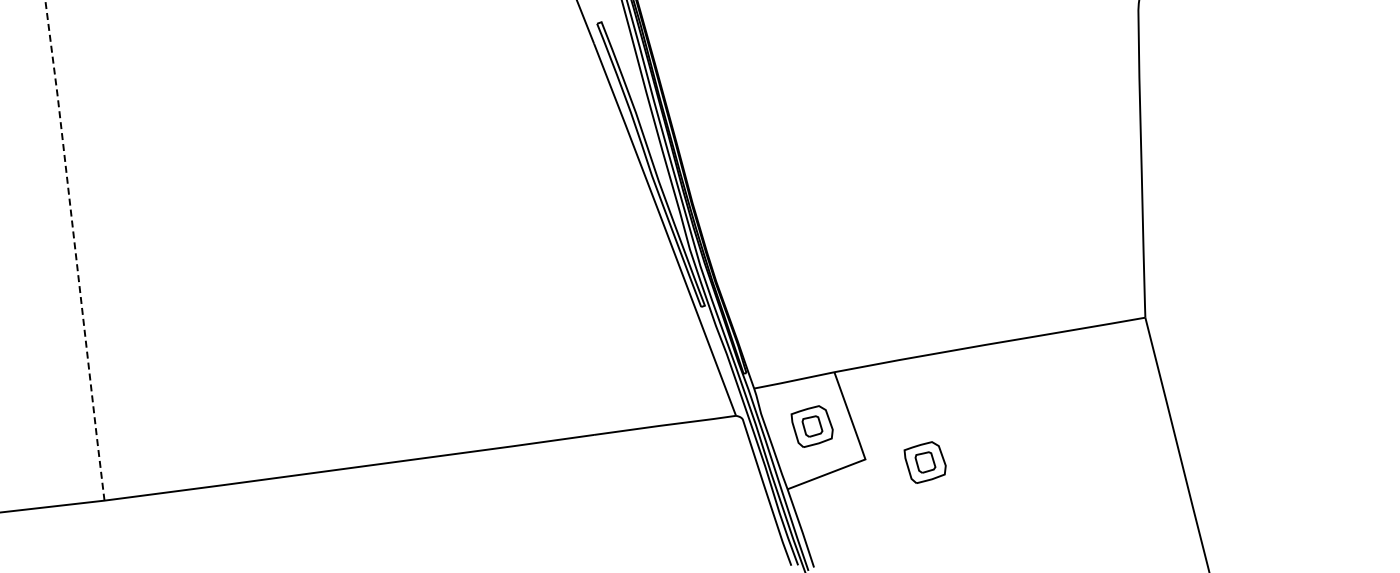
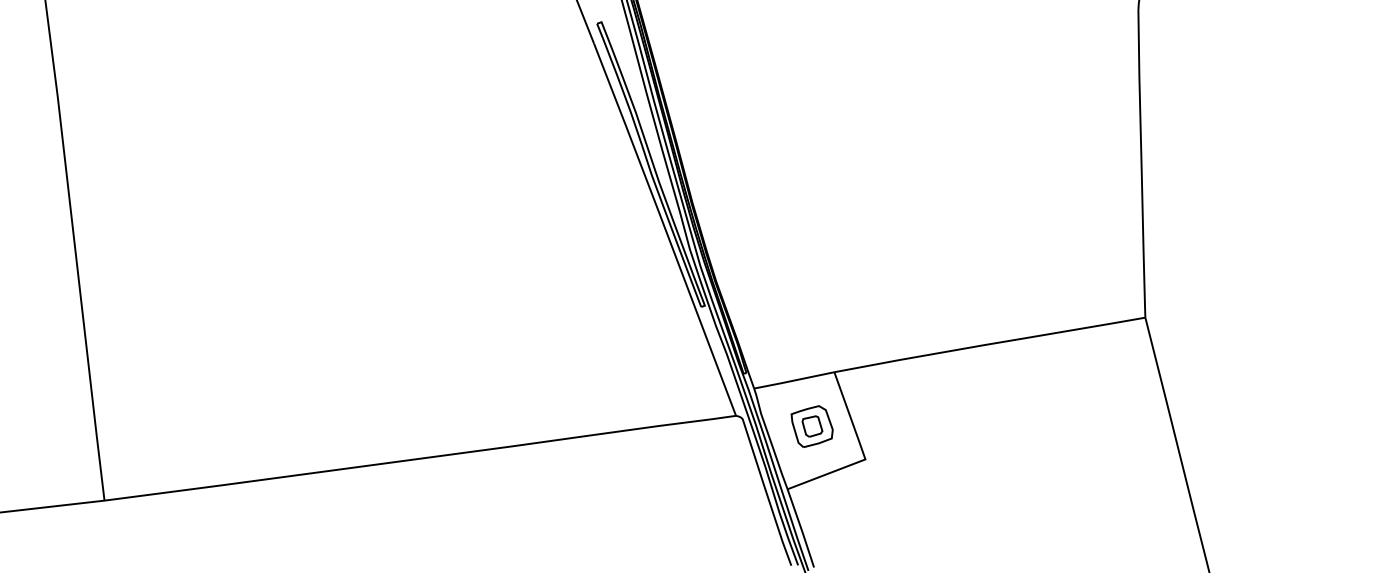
line at (75, 250): dashed -> solid
part at (924, 462): present -> none
